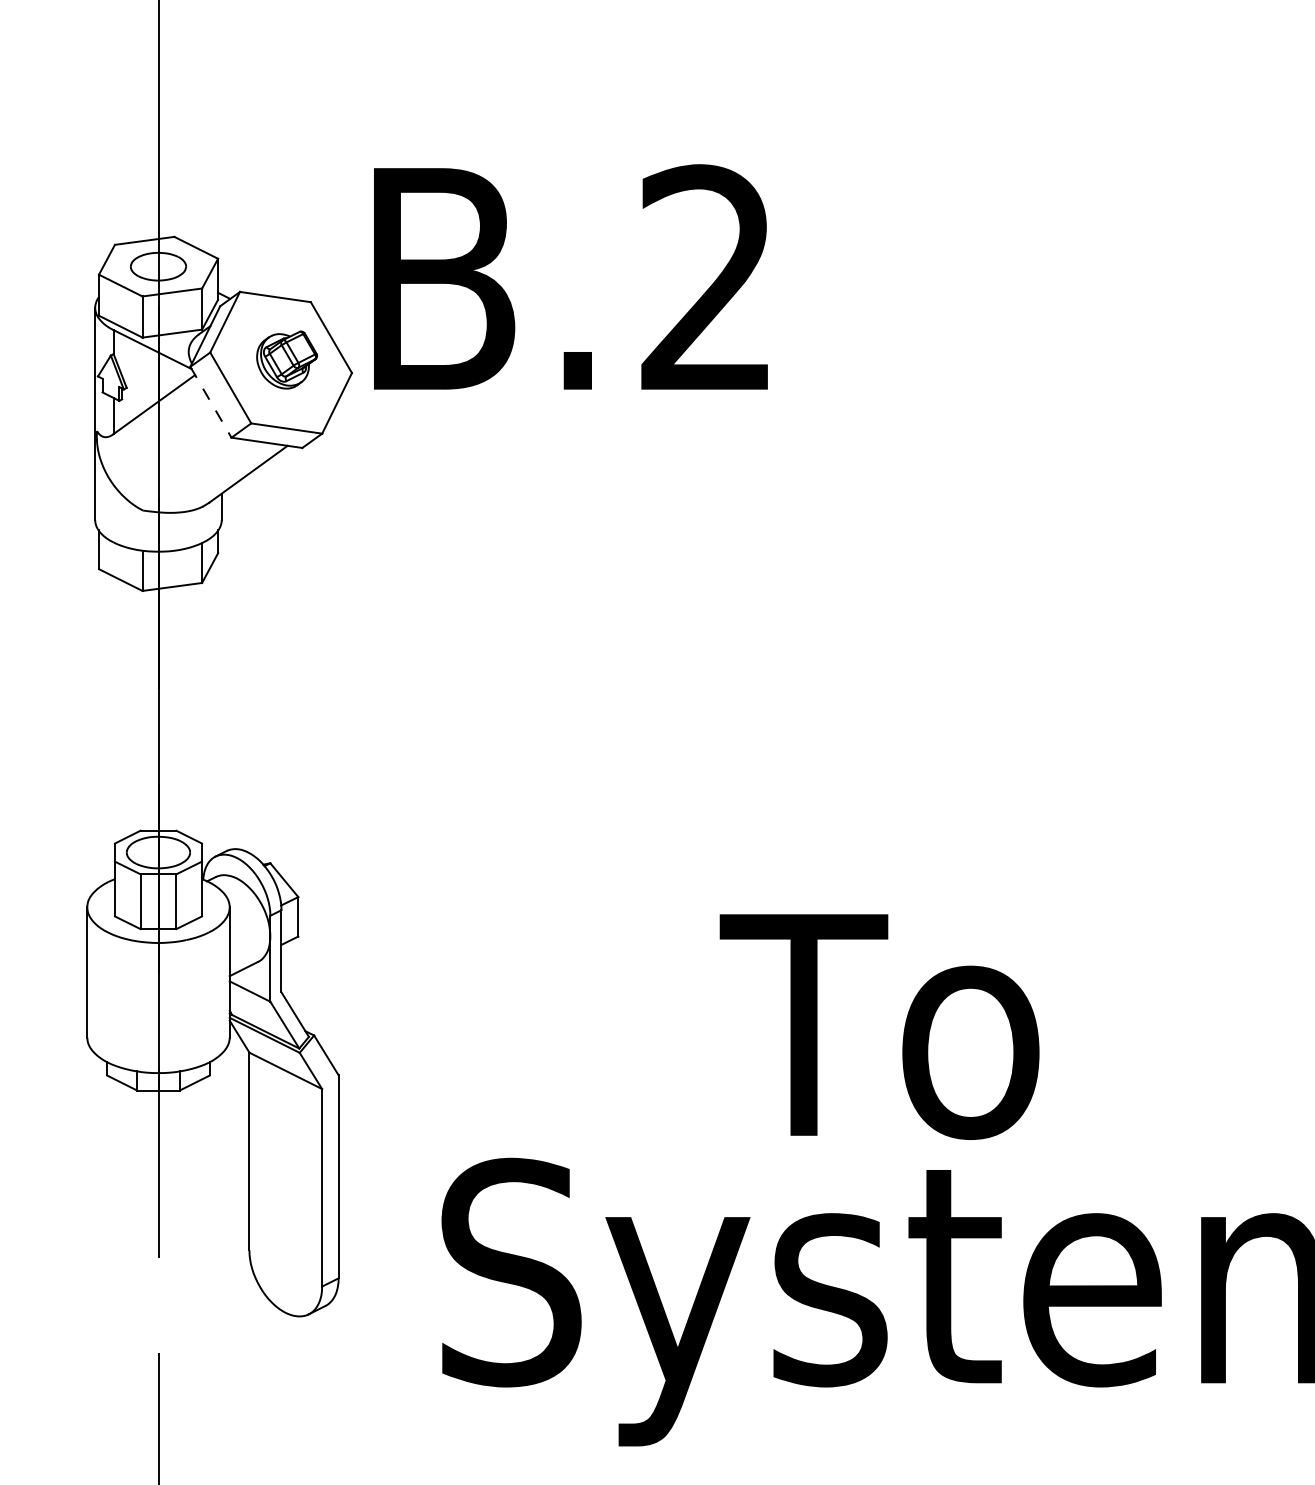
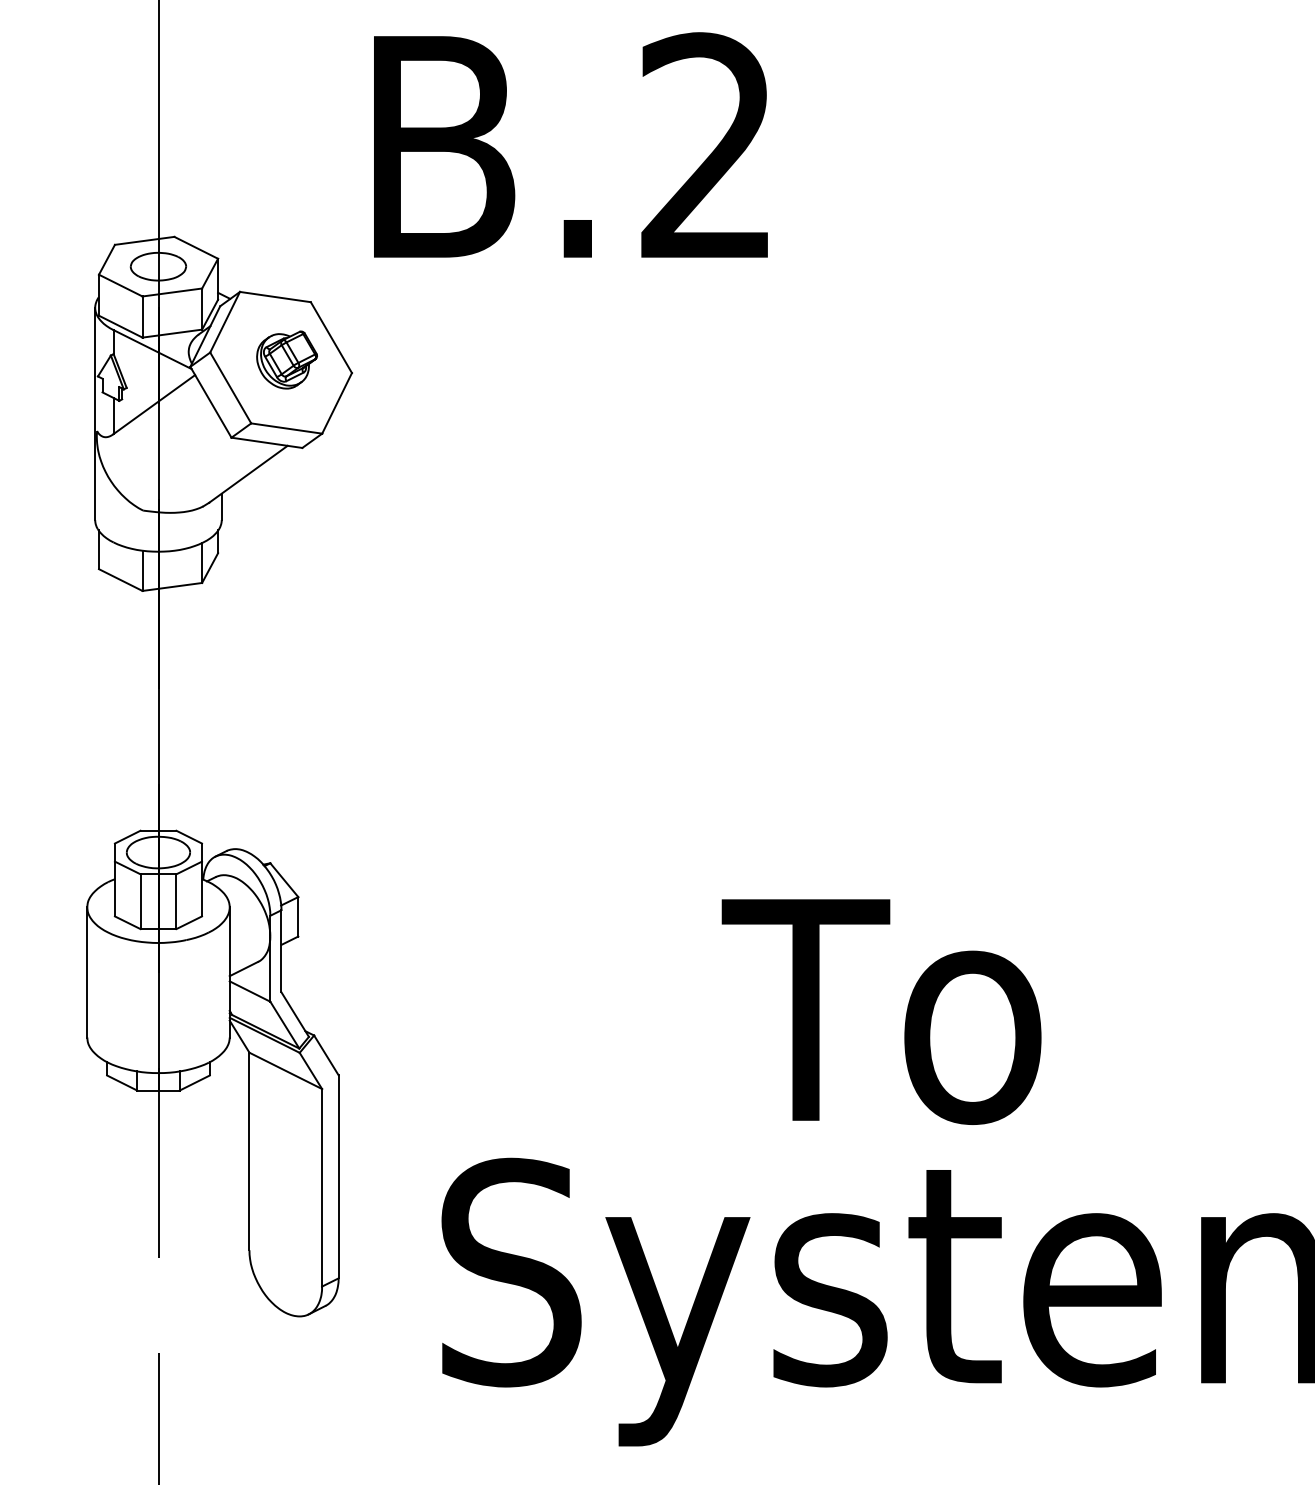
text at (570, 276) position: (570, 276) -> (570, 144)
line at (210, 402): dashed -> solid
text at (879, 1026) position: (879, 1026) -> (881, 1011)
